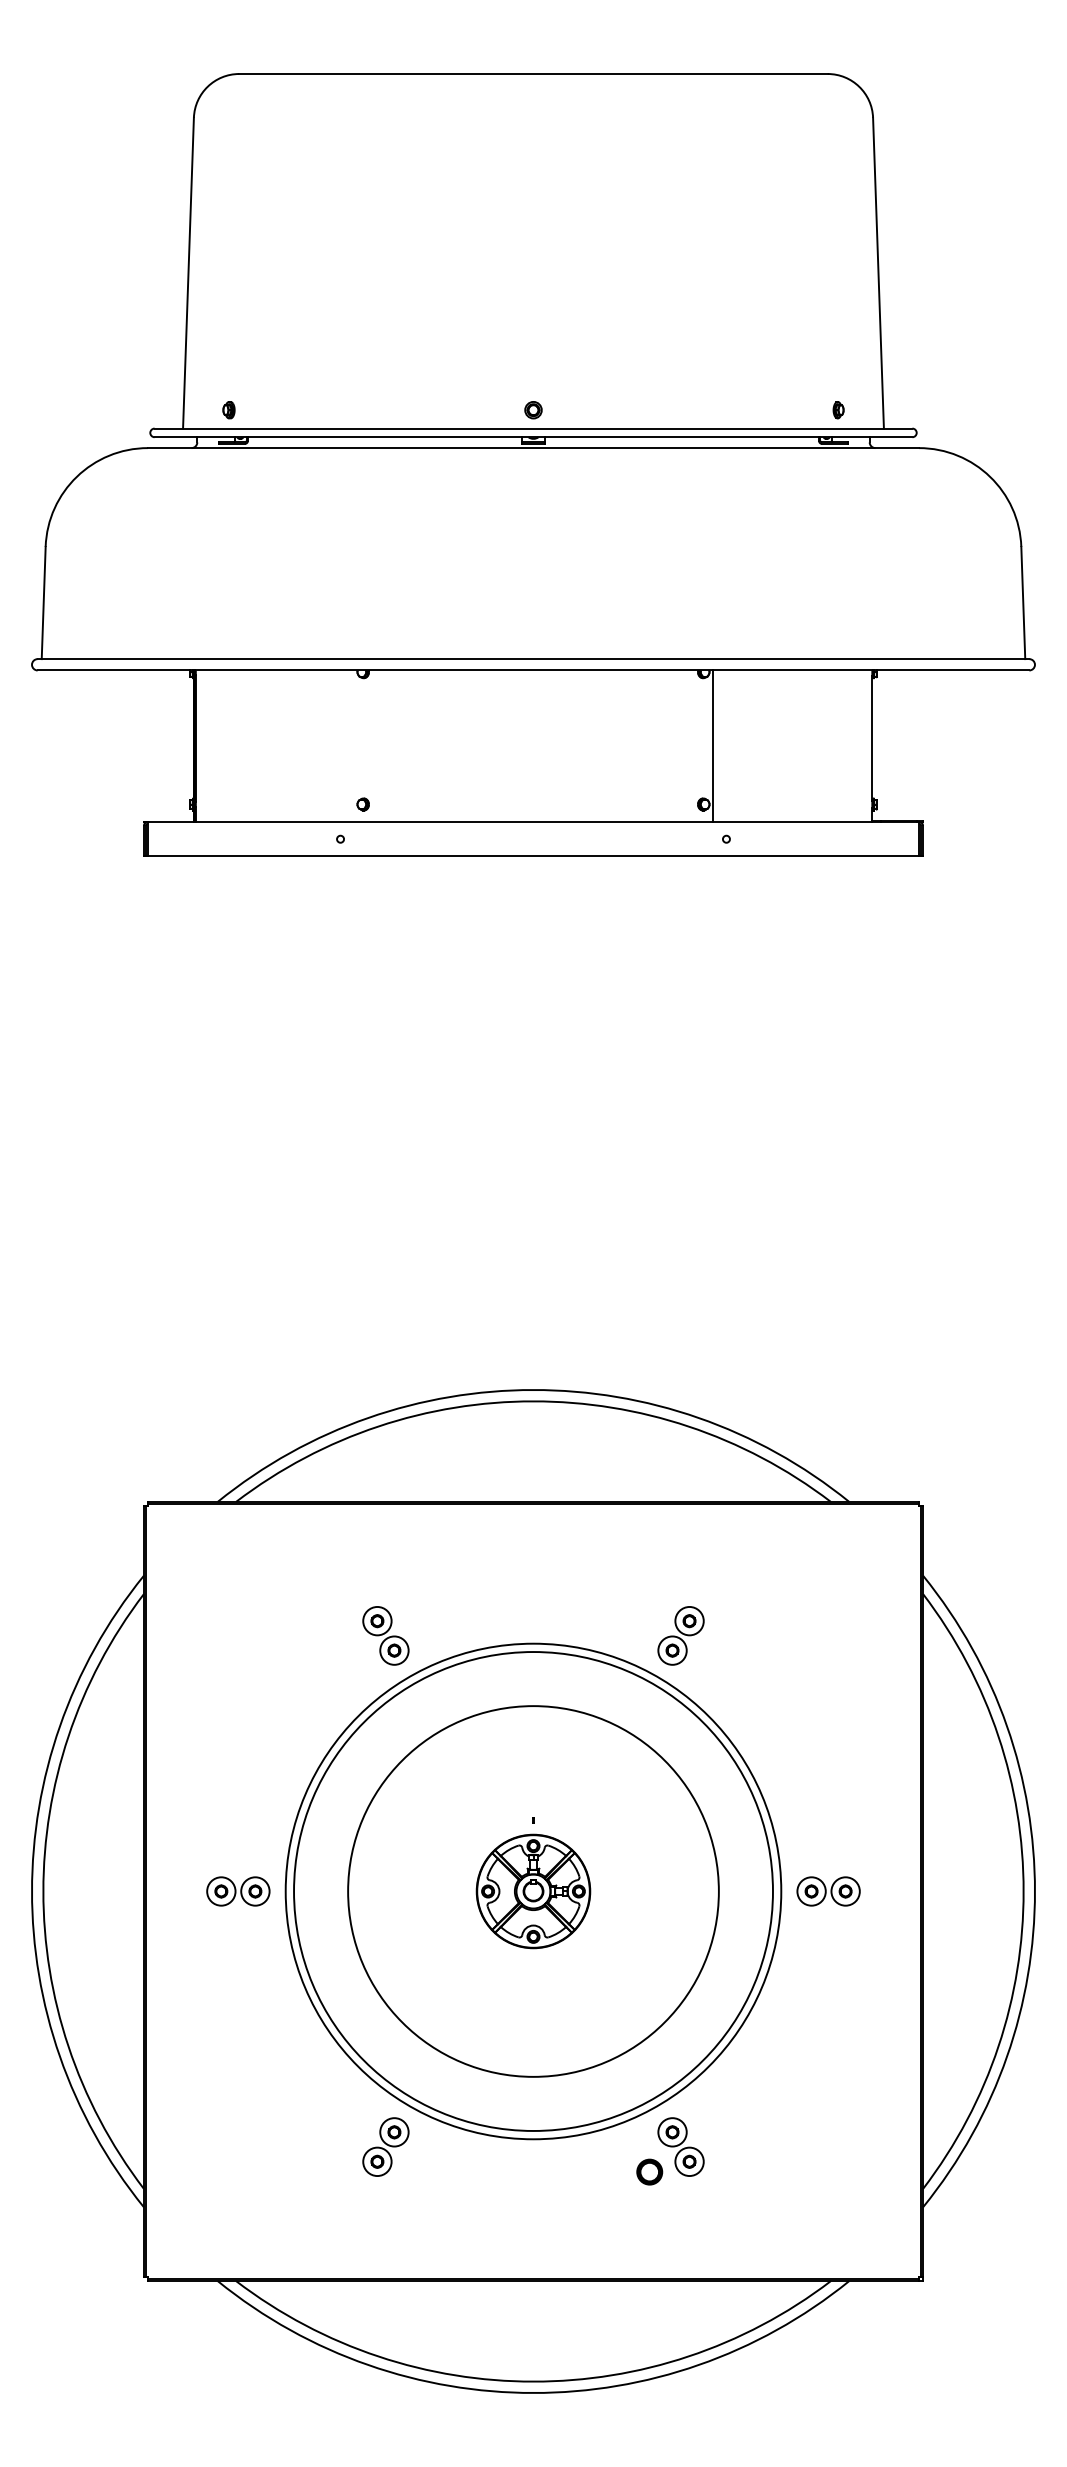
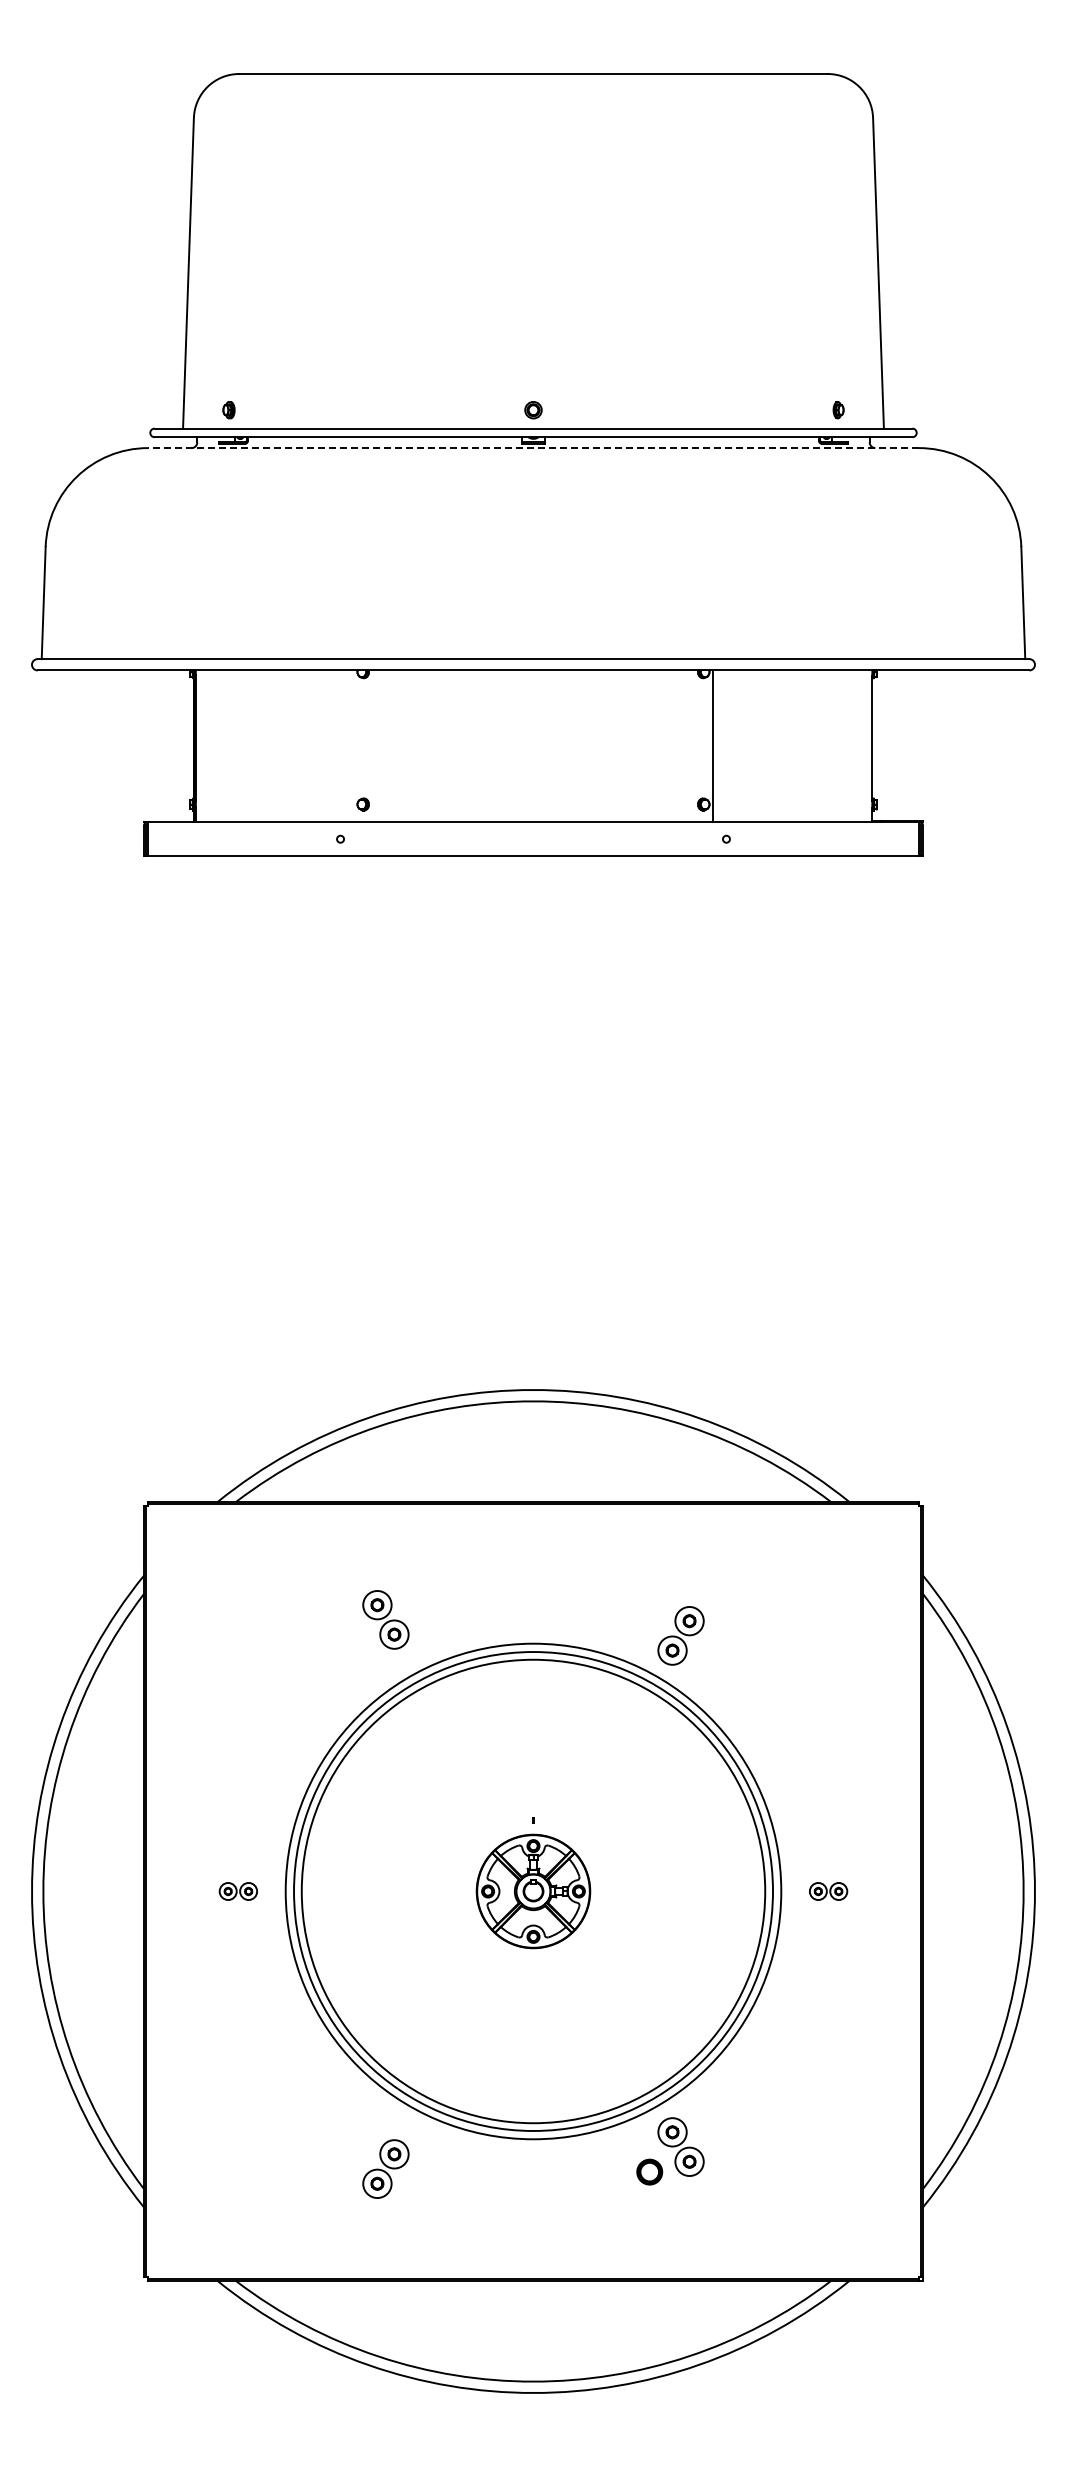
line at (533, 448): solid -> dashed
part at (385, 1635) position: (385, 1635) -> (385, 1619)
part at (238, 1891) size: 65x31 px -> 40x19 px
circle at (533, 1891) diameter: 371 px -> 463 px
part at (828, 1891) size: 65x31 px -> 40x19 px
part at (385, 2146) position: (385, 2146) -> (385, 2168)
